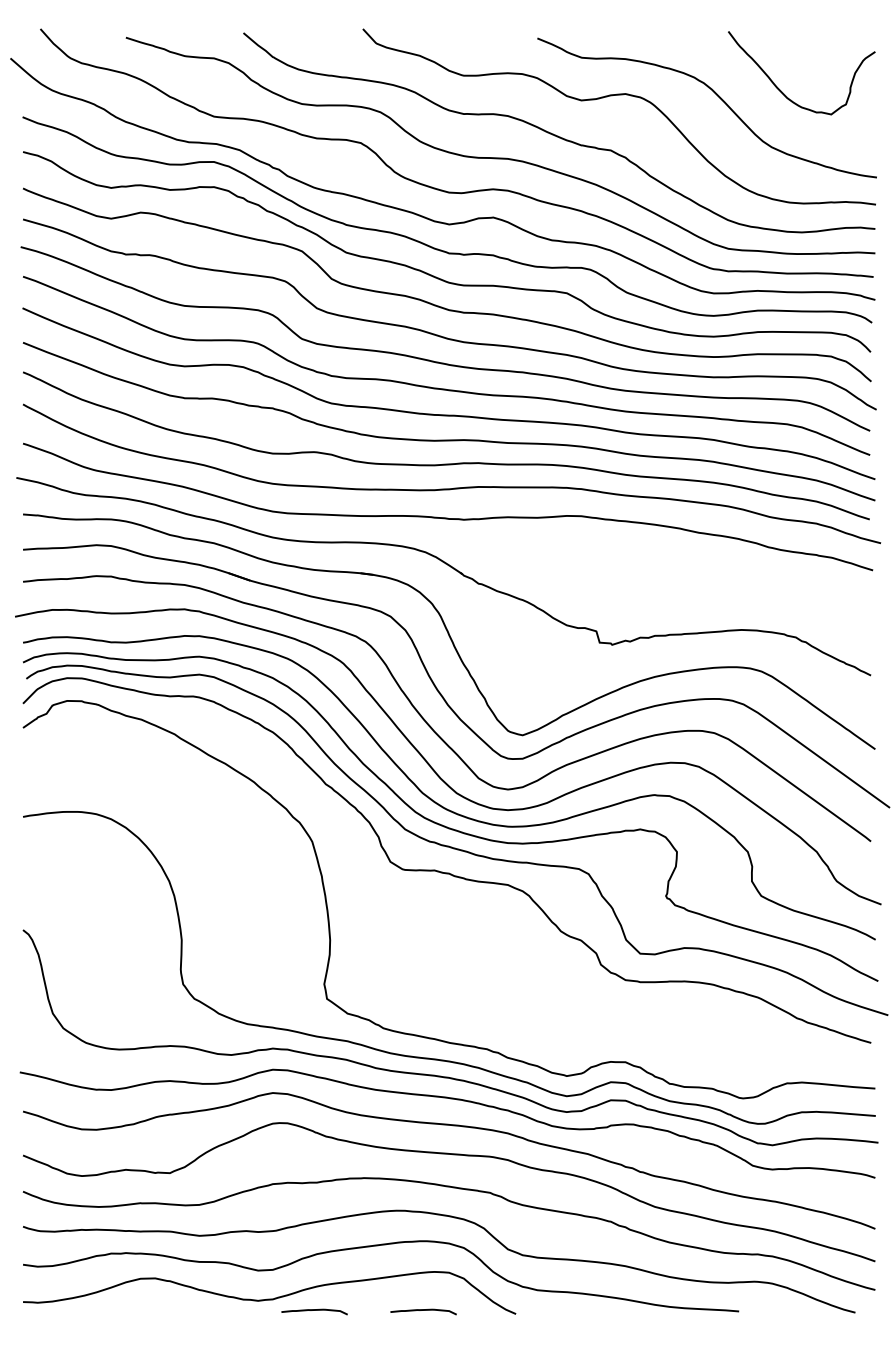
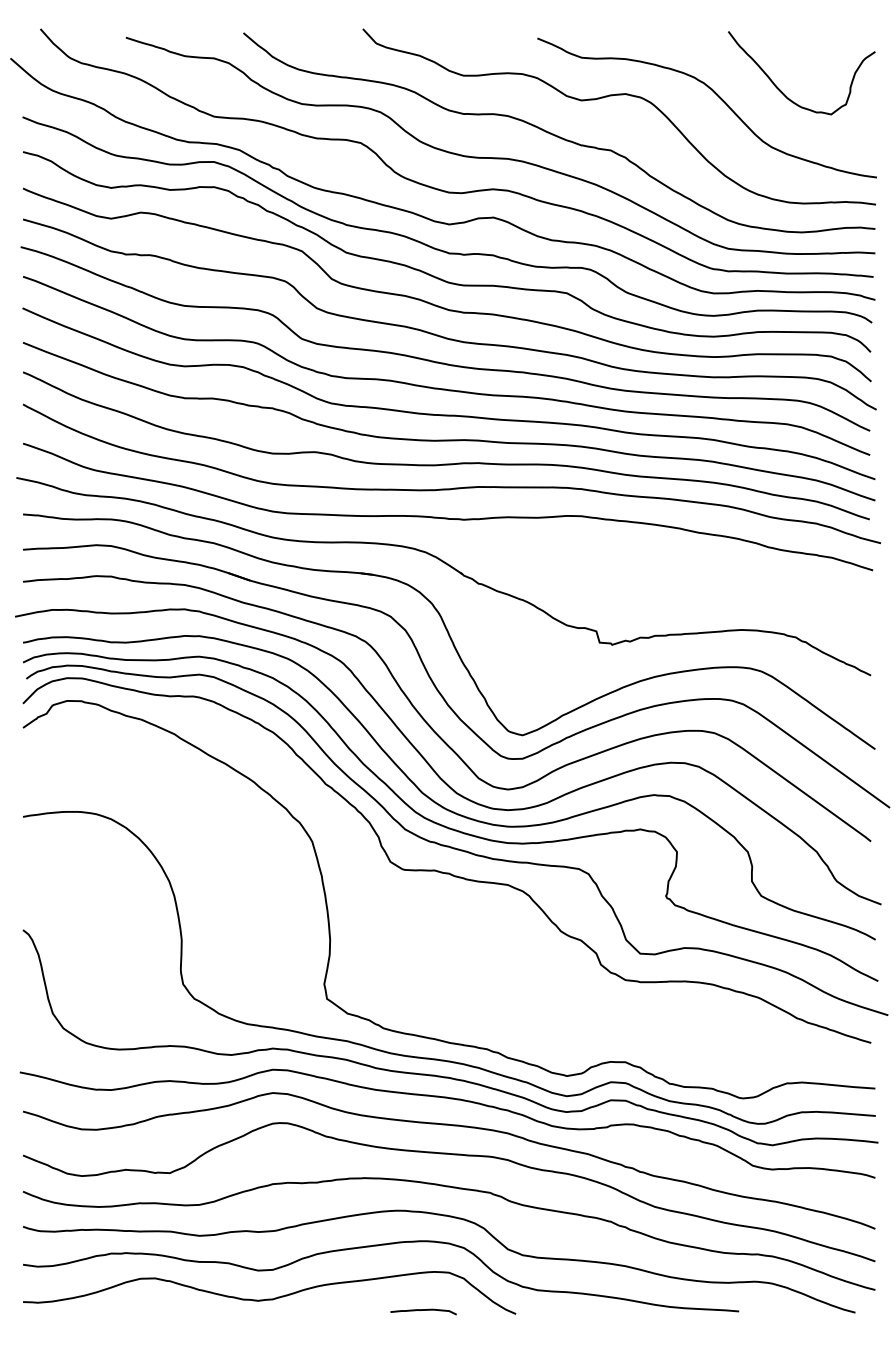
curve at (314, 1310): present -> none
